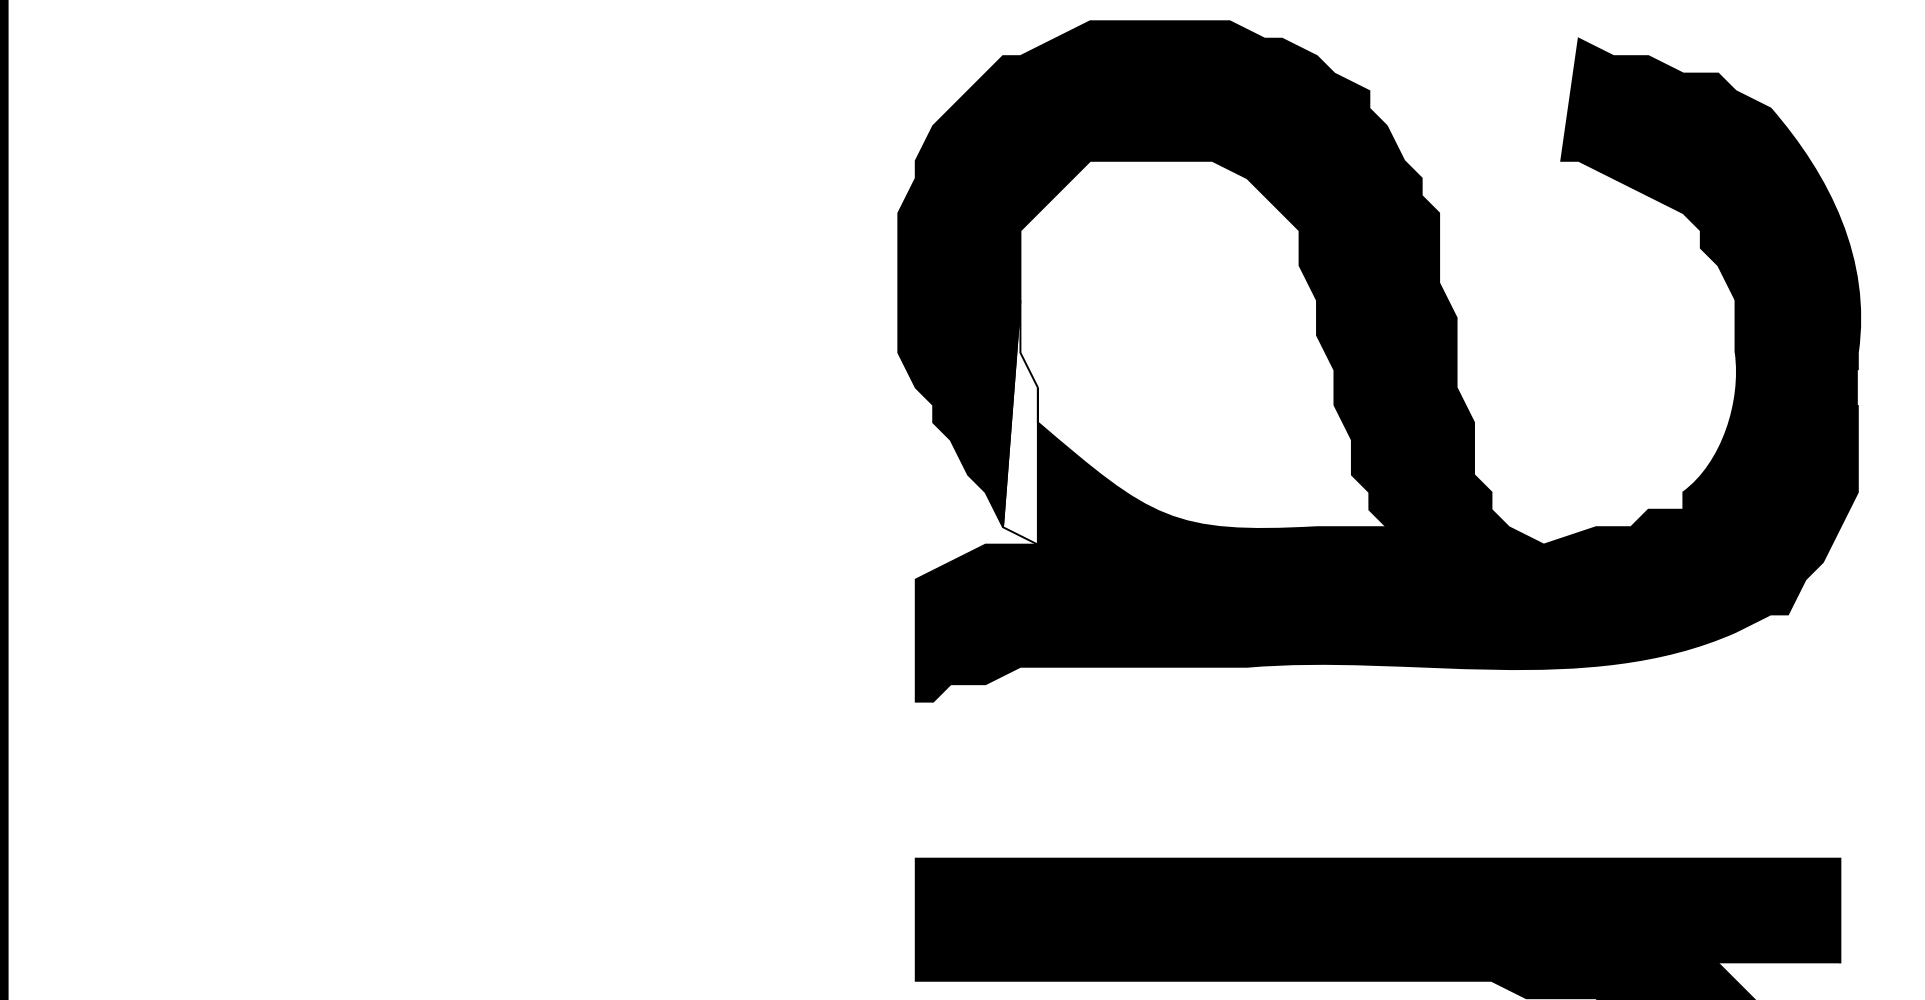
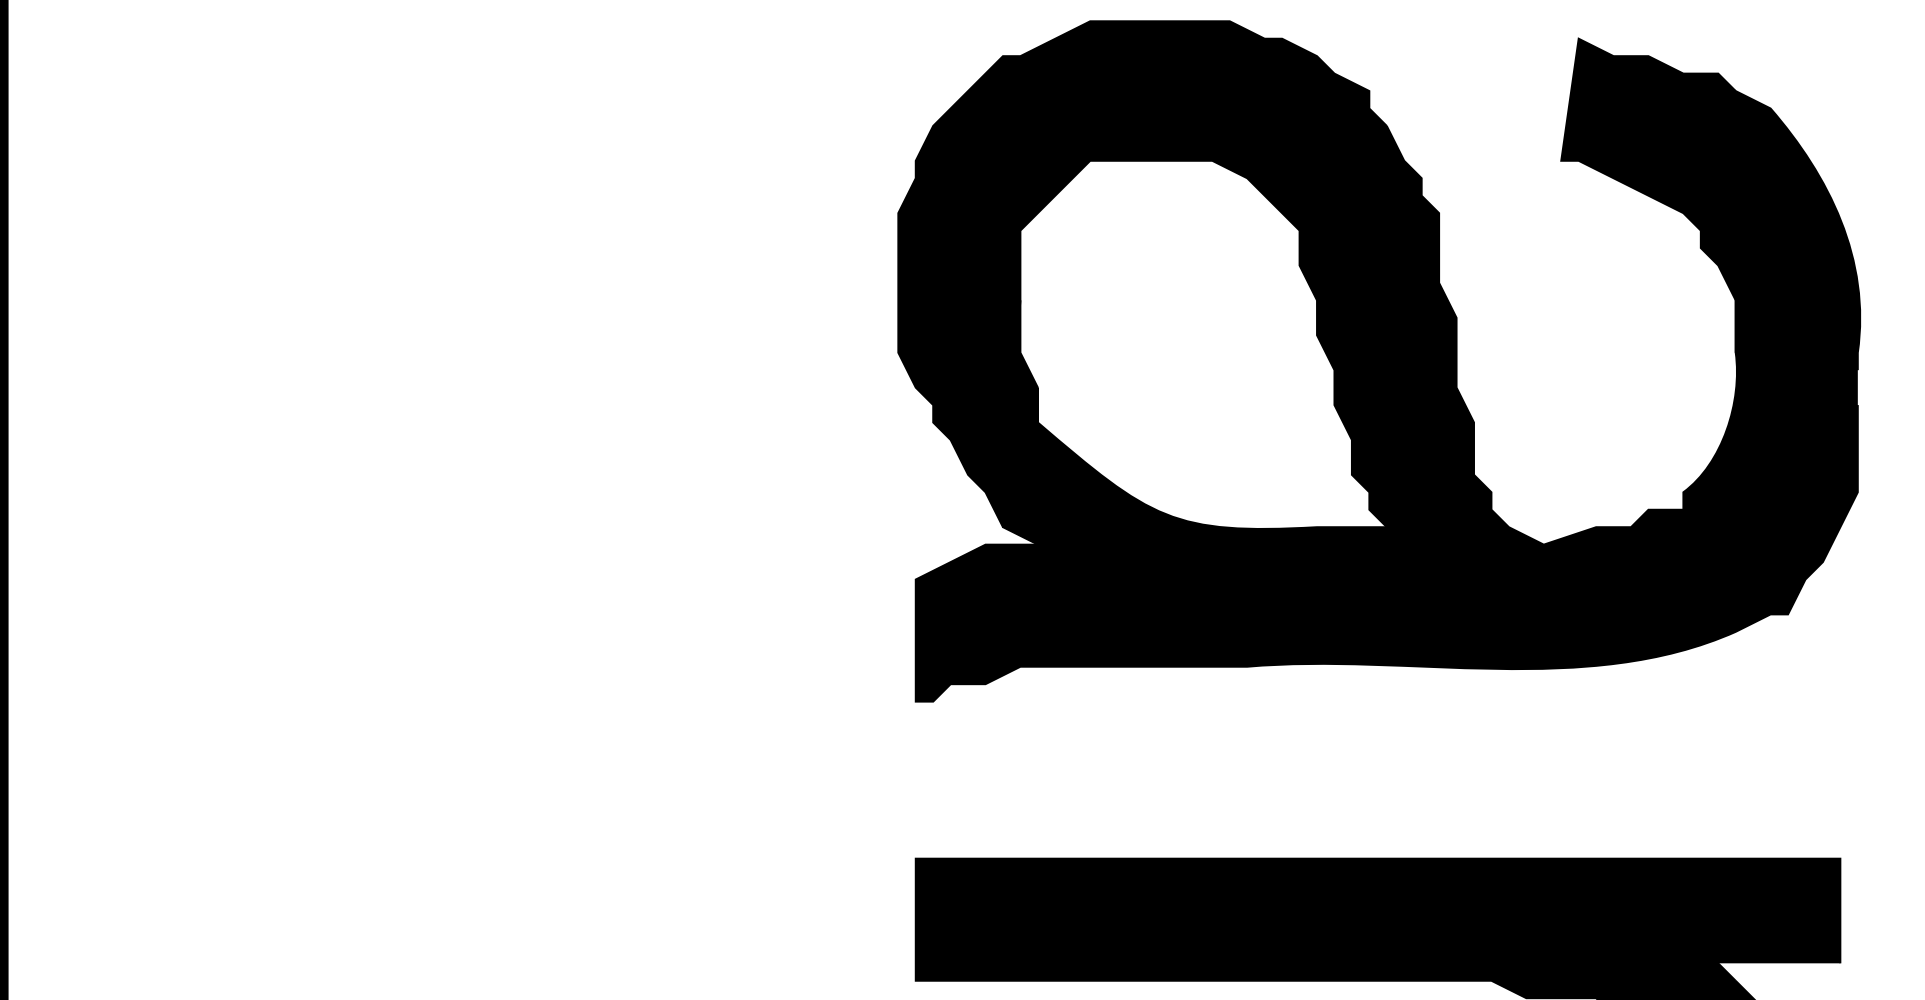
fill at (1019, 422): none -> present
